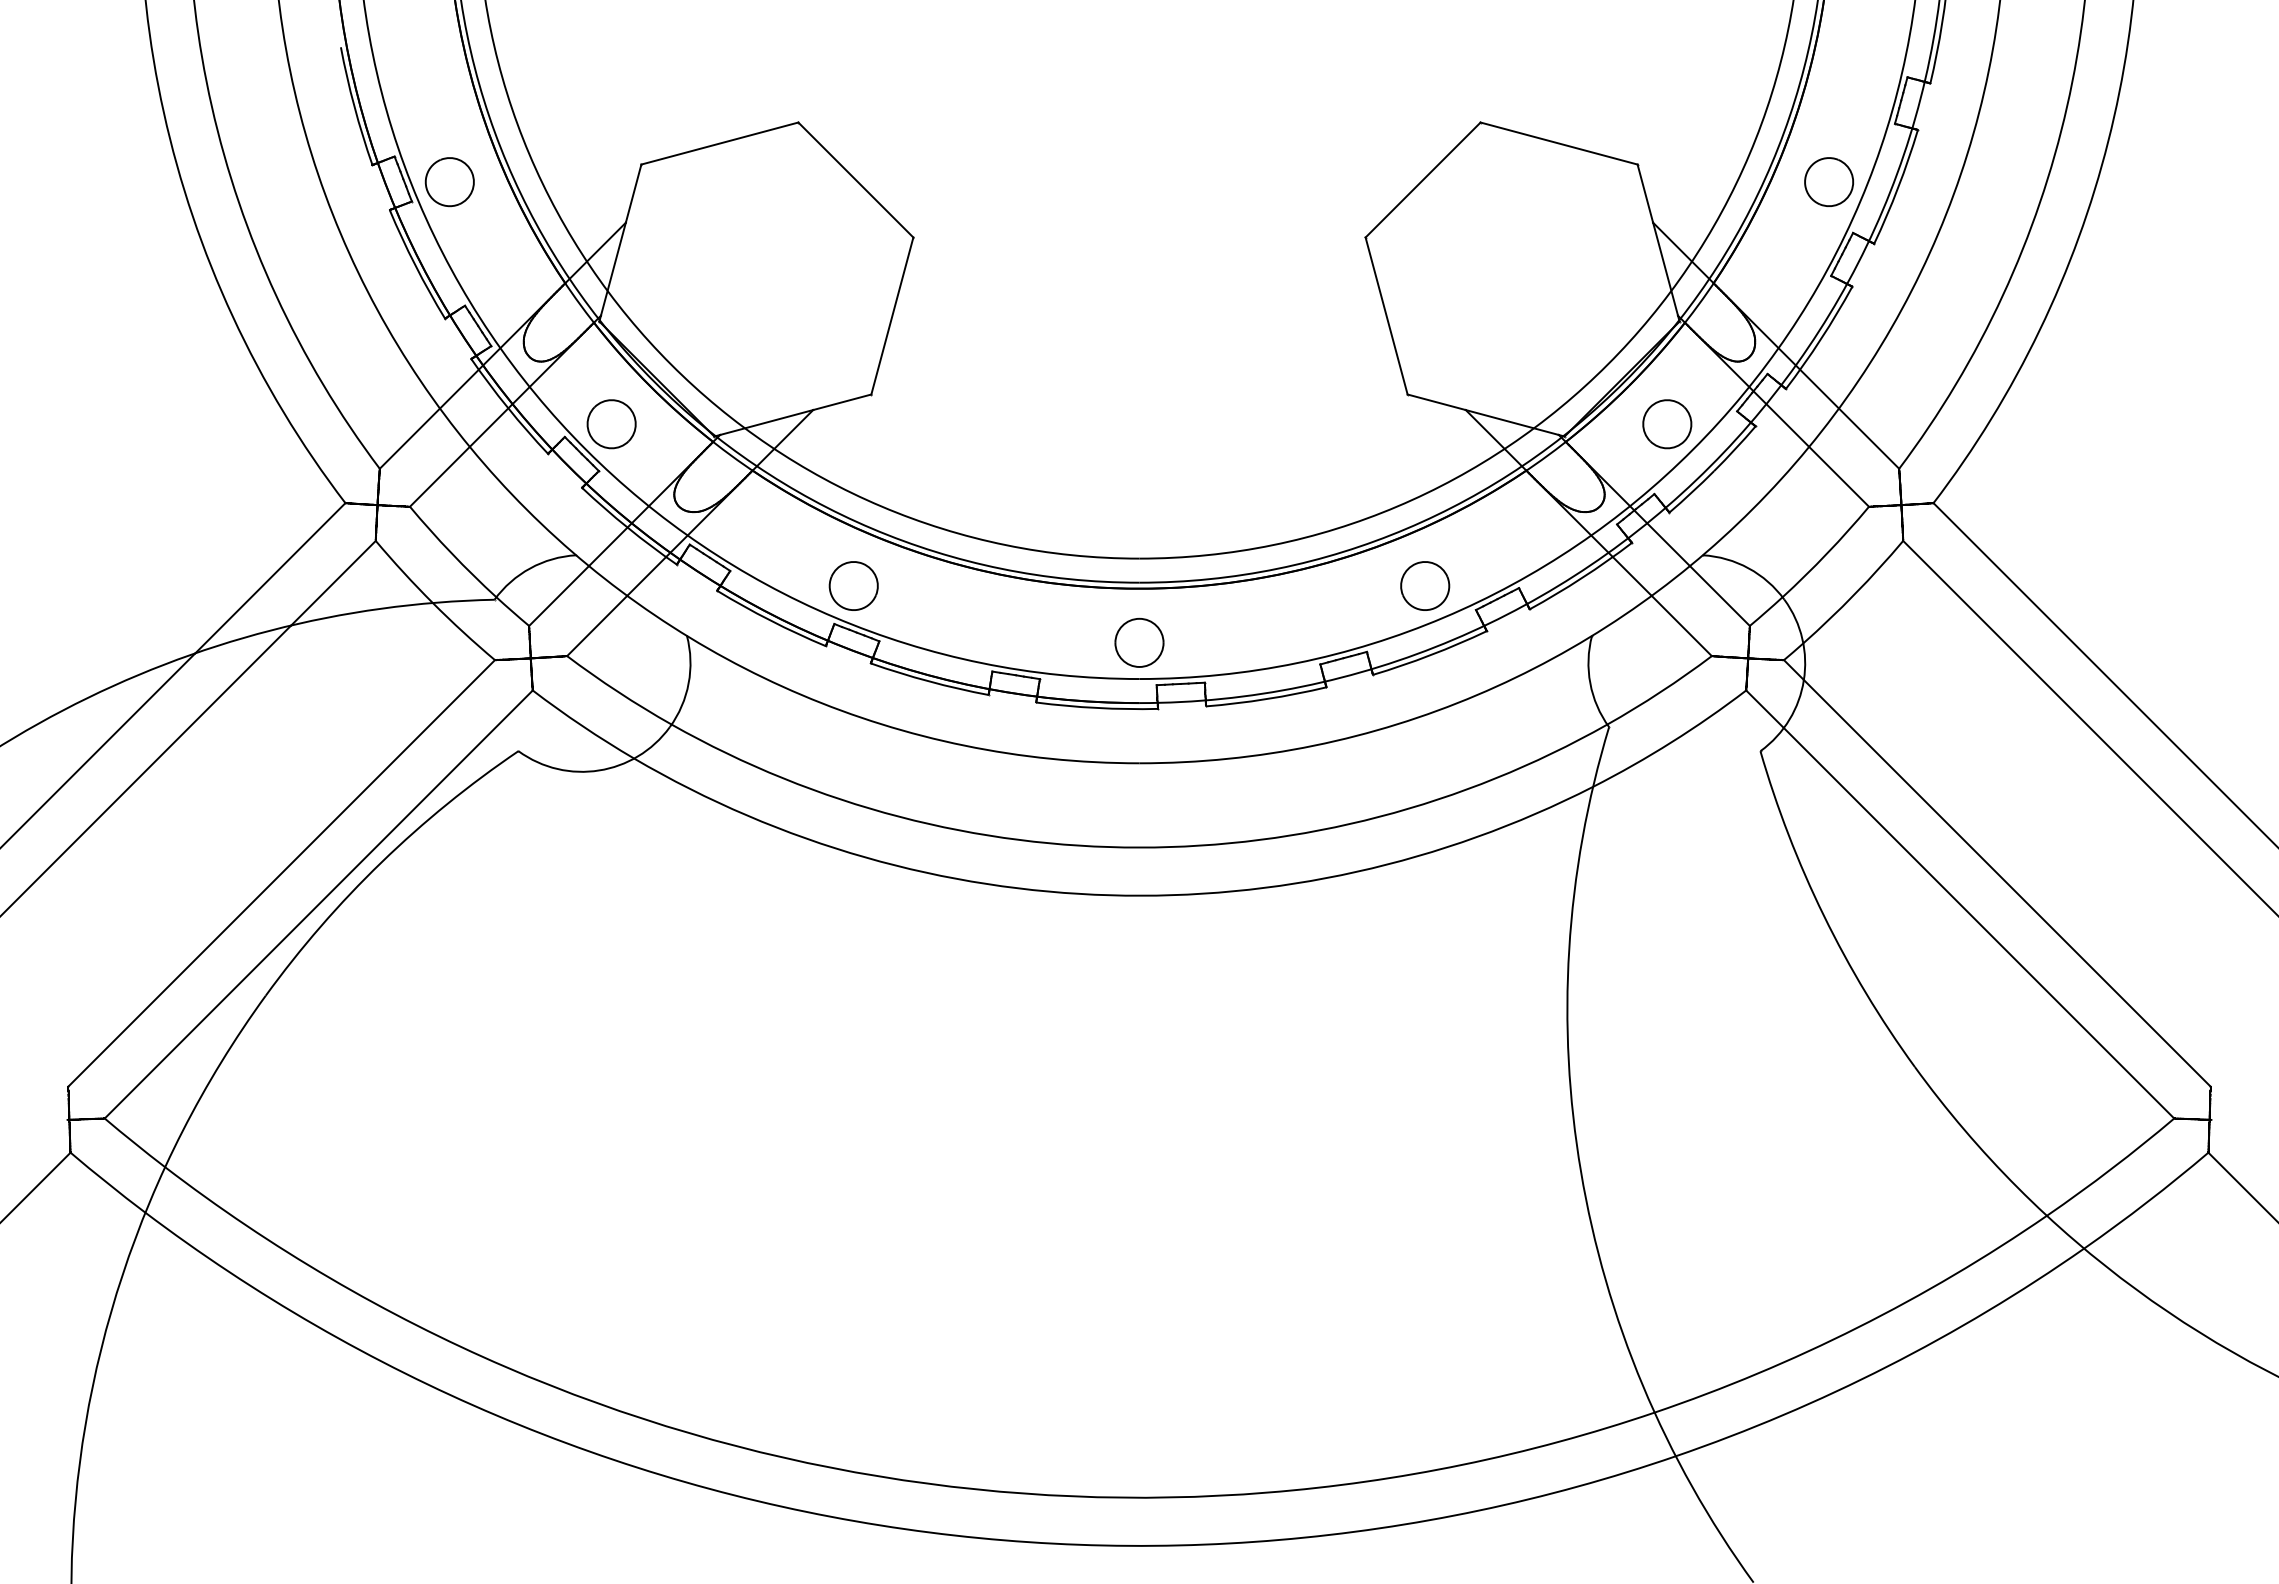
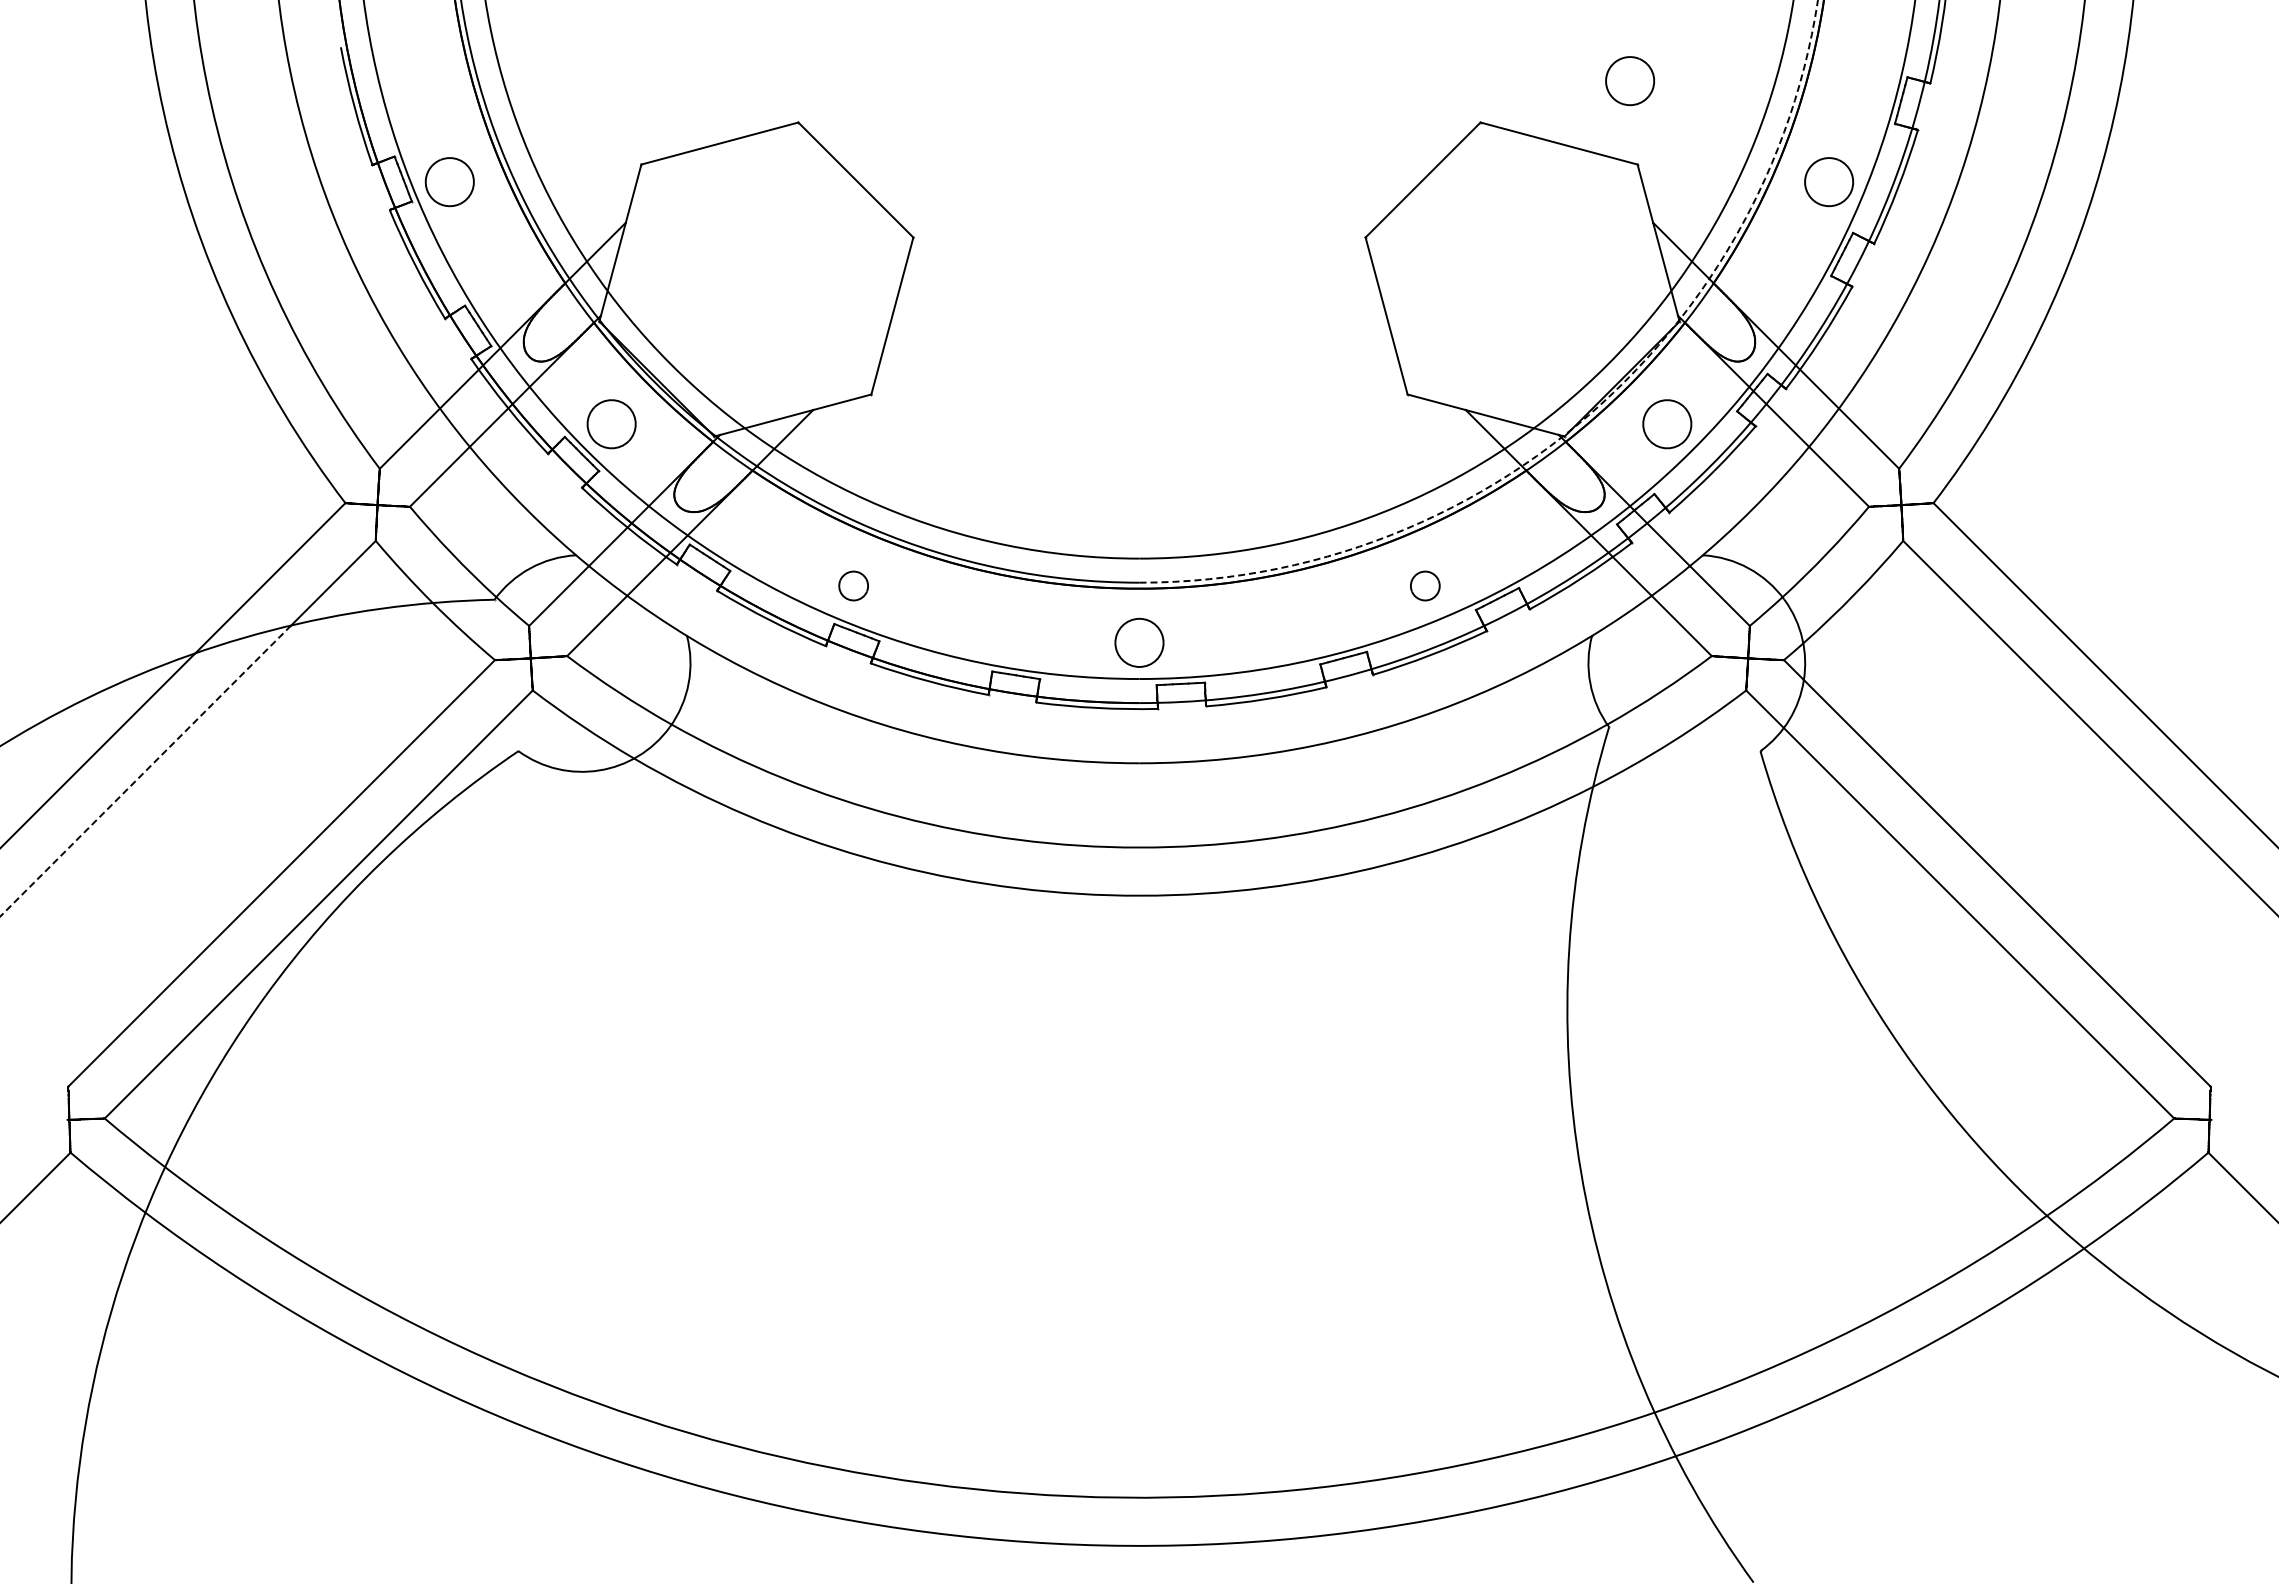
part at (1630, 80): none -> present
arc at (1584, 418): solid -> dashed
part at (853, 585) size: 51x50 px -> 31x32 px
part at (1425, 585) size: 51x50 px -> 31x32 px
line at (145, 771): solid -> dashed
